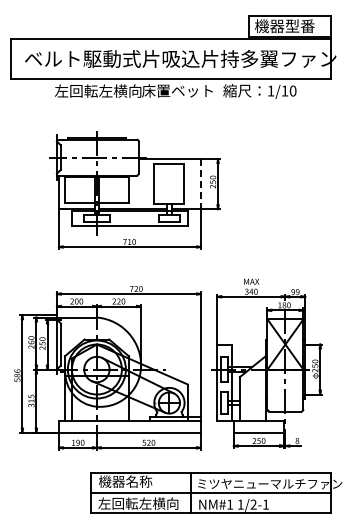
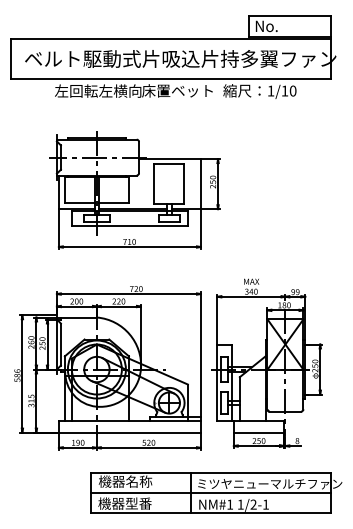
text at (284, 26): 機器型番 -> No.
line at (200, 184): dashed -> solid
text at (138, 503): 左回転左横向 -> 機器型番
